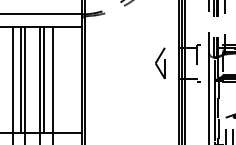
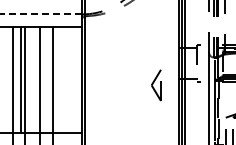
line at (41, 14): solid -> dashed
part at (160, 63) position: (160, 63) -> (156, 85)
line at (44, 79): present -> none
